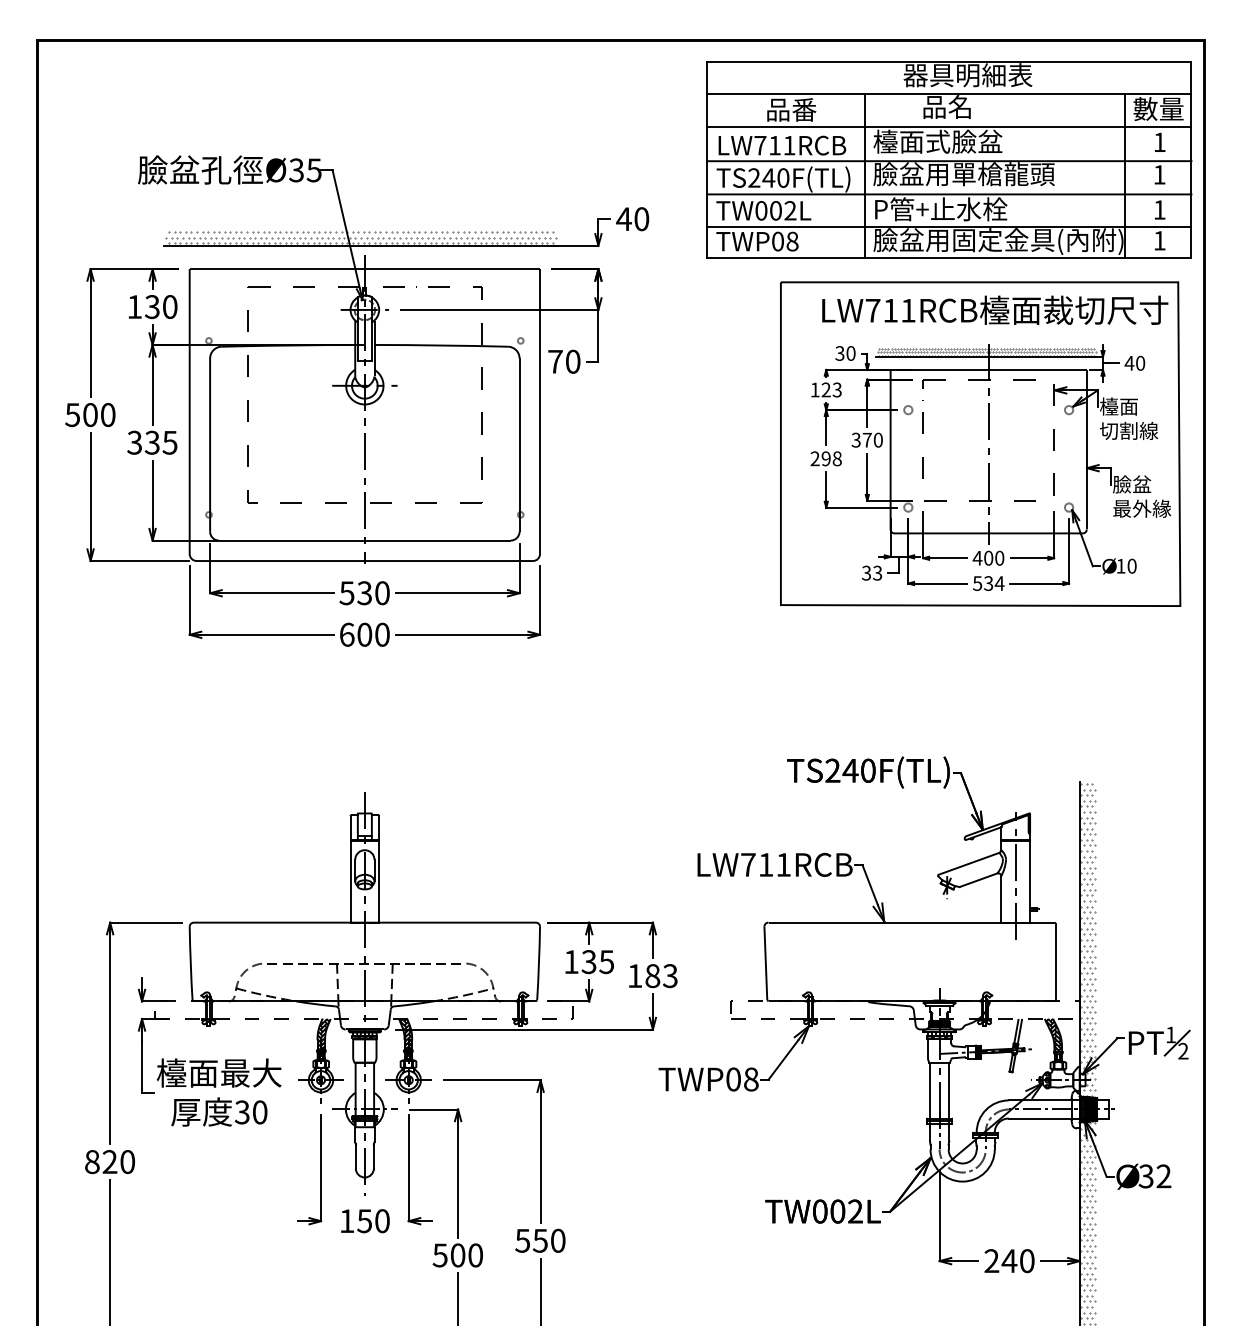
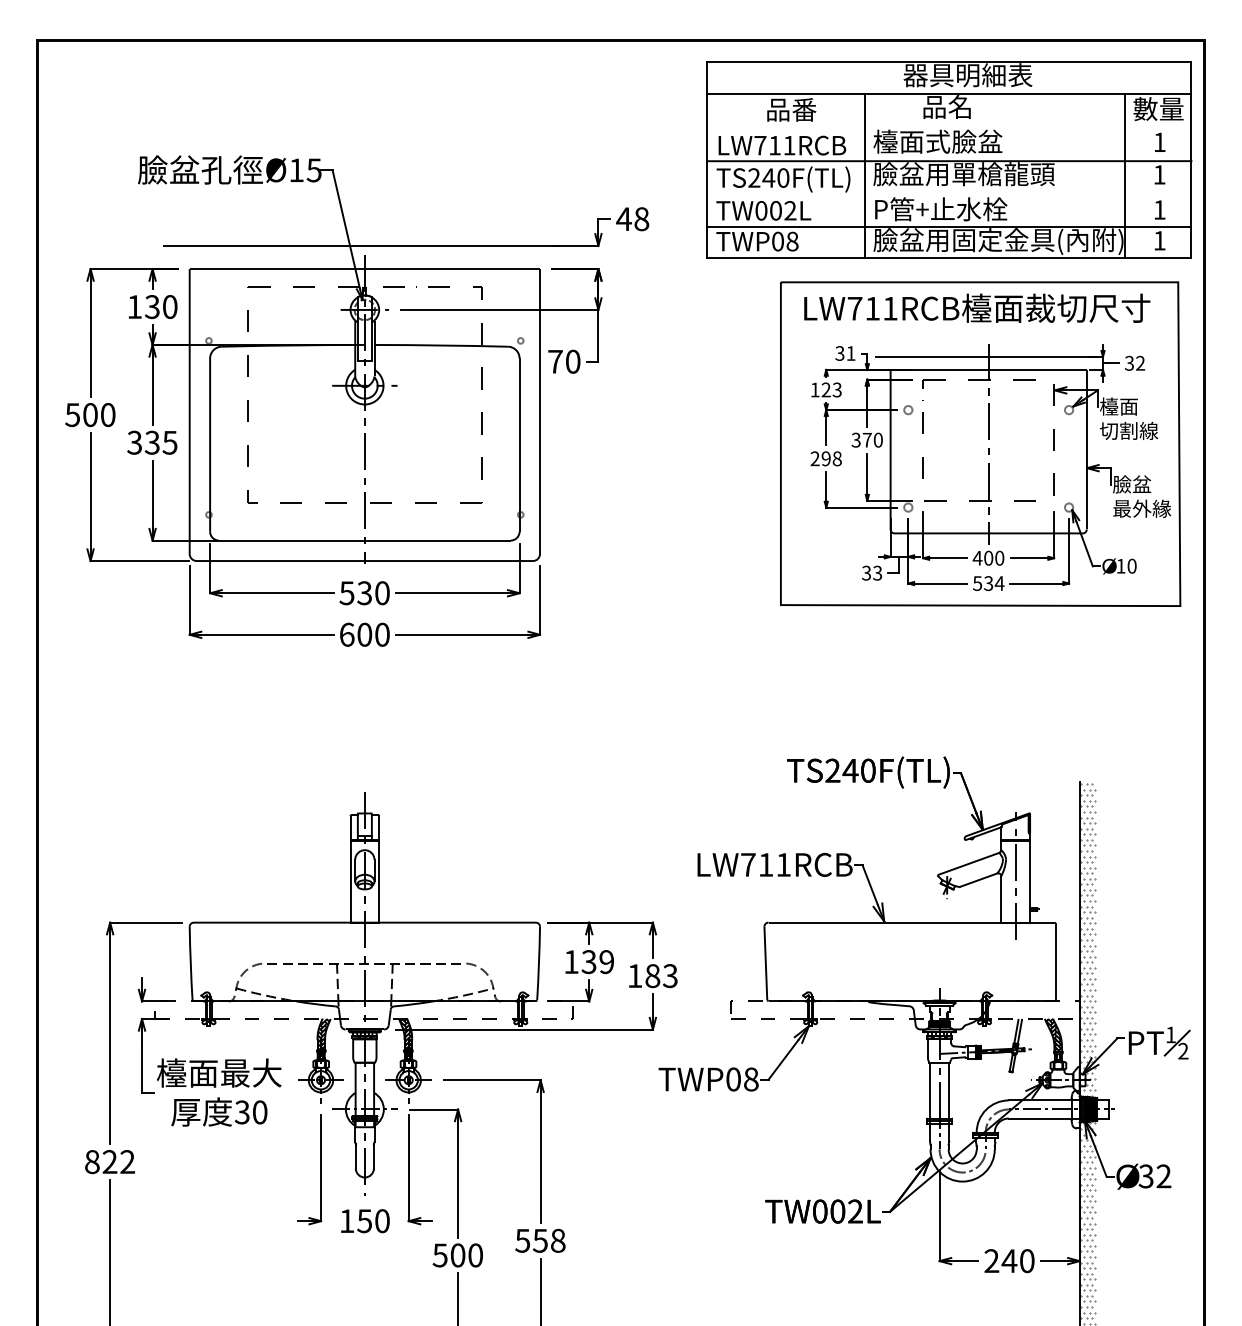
line at (949, 127): present -> none
text at (296, 170): 35 -> 15
line at (949, 194): present -> none
text at (641, 219): 40 -> 48
hatch at (360, 237): present -> none
text at (995, 309) position: (995, 309) -> (977, 307)
hatch at (986, 352): present -> none
text at (850, 353): 30 -> 31
text at (1134, 362): 40 -> 32
text at (606, 961): 135 -> 139
text at (127, 1162): 820 -> 822
text at (558, 1240): 550 -> 558
